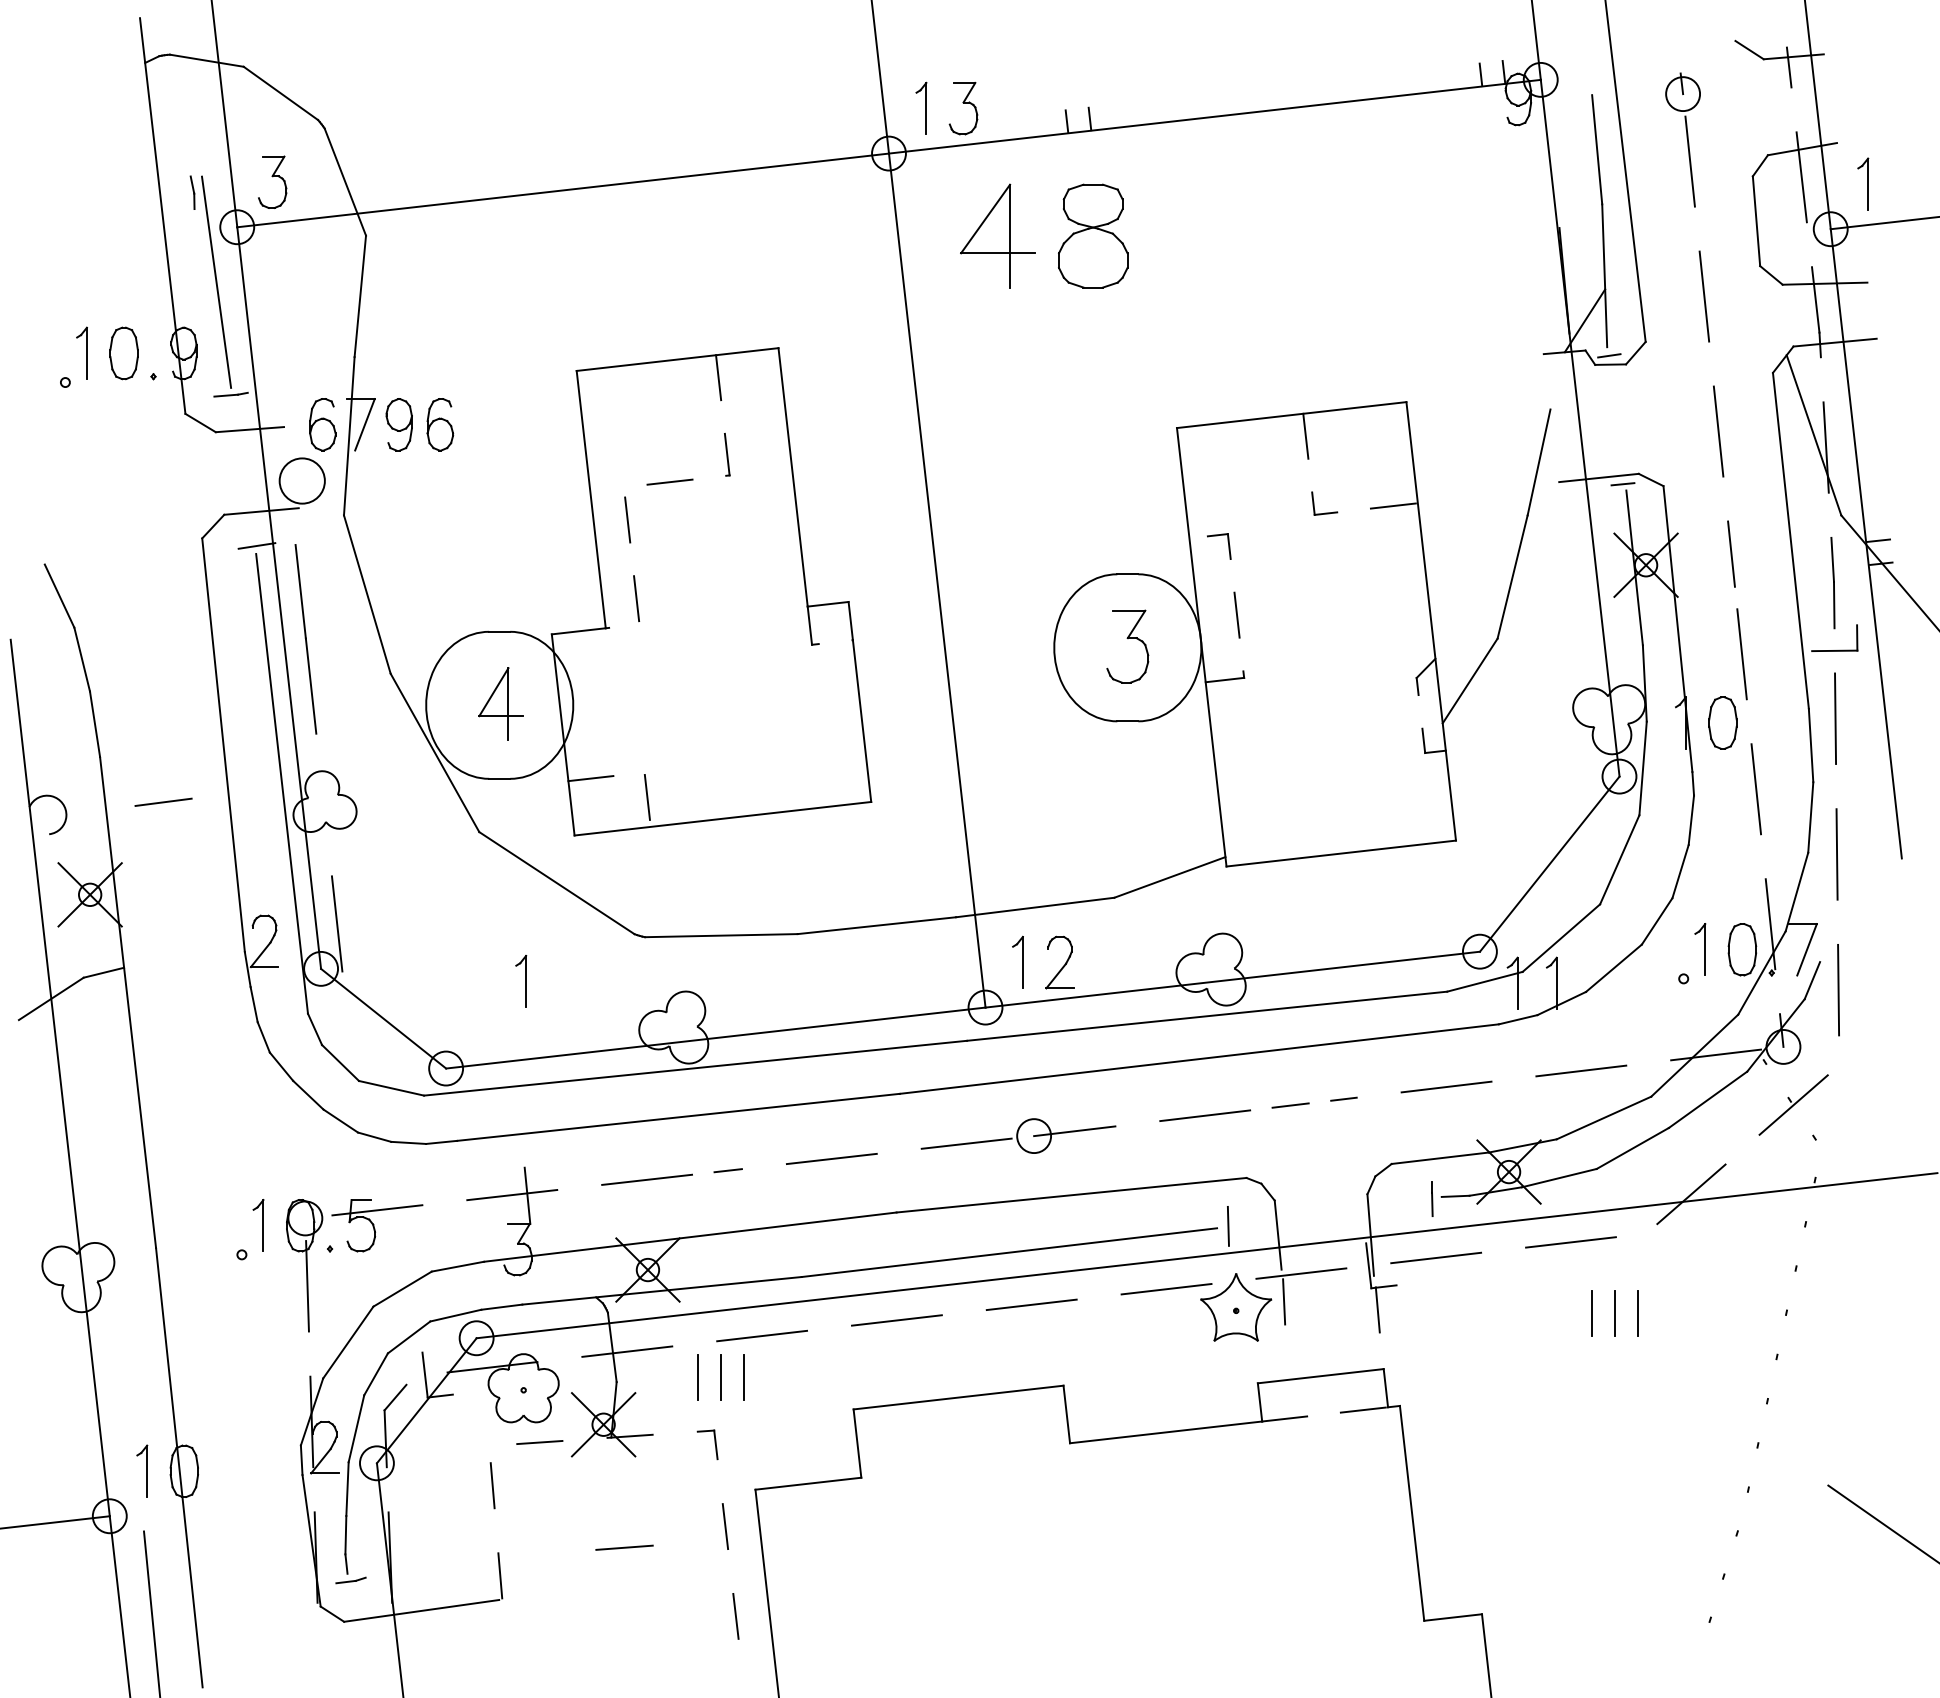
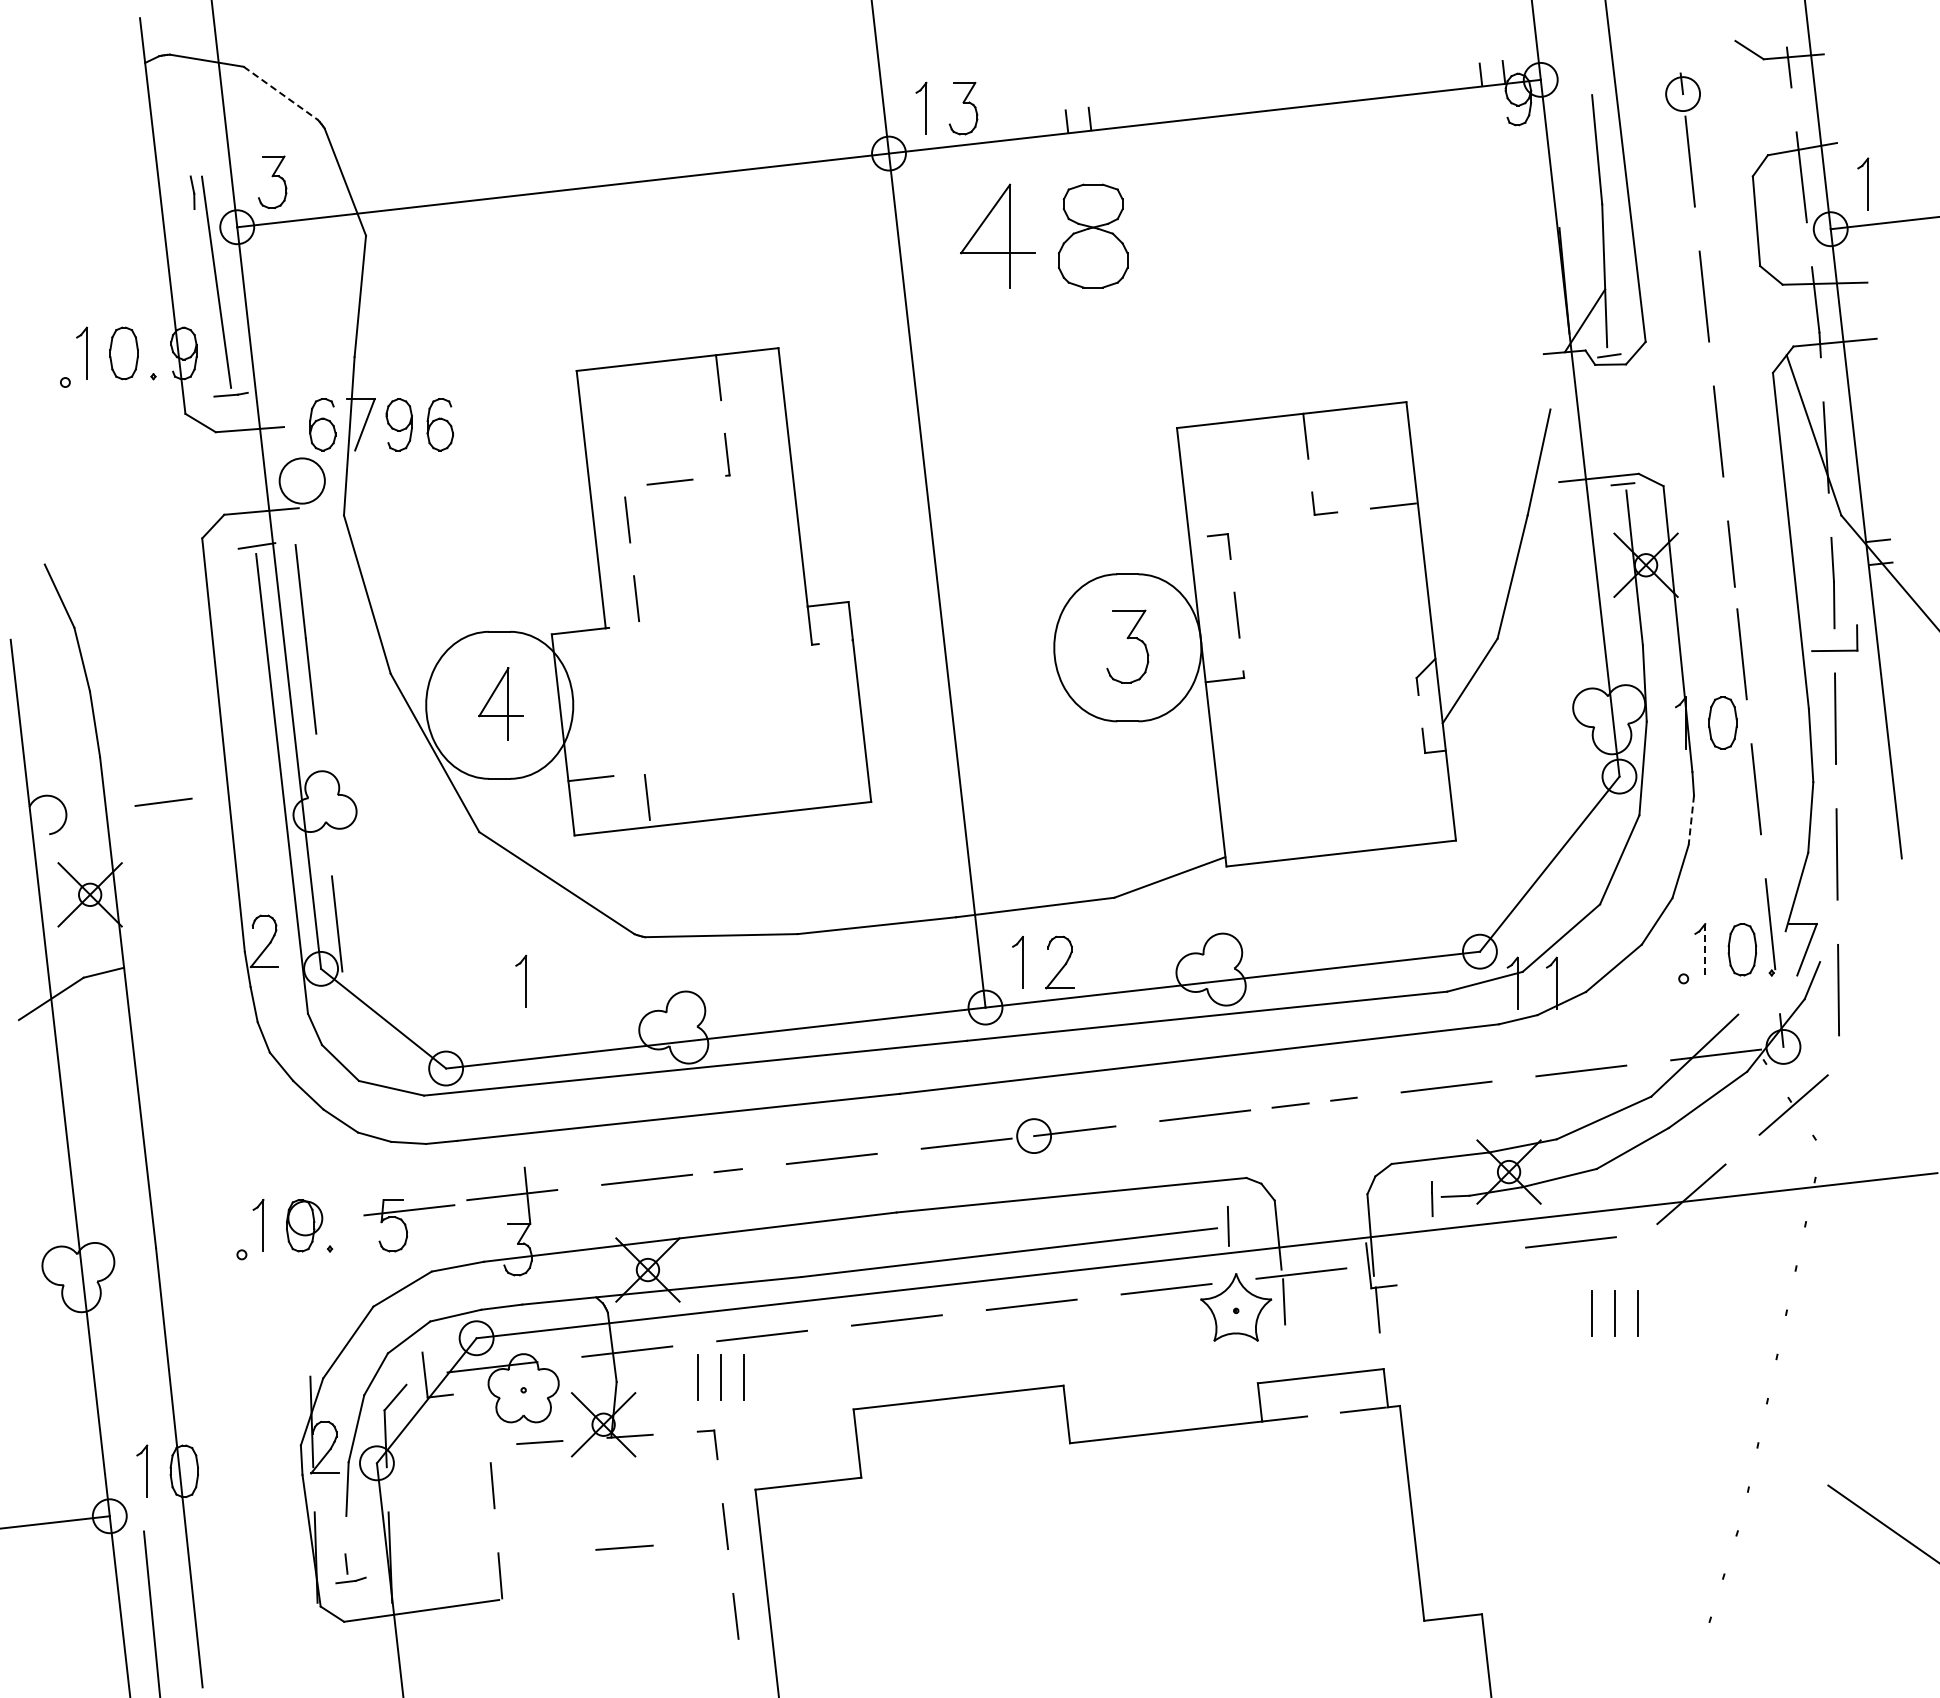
line at (280, 93): solid -> dashed
line at (1691, 820): solid -> dashed
line at (1705, 949): solid -> dashed
line at (1761, 972): present -> none
part at (377, 1225) position: (377, 1225) -> (409, 1225)
line at (1435, 1257): present -> none
line at (307, 1286): present -> none
line at (345, 1534): present -> none
